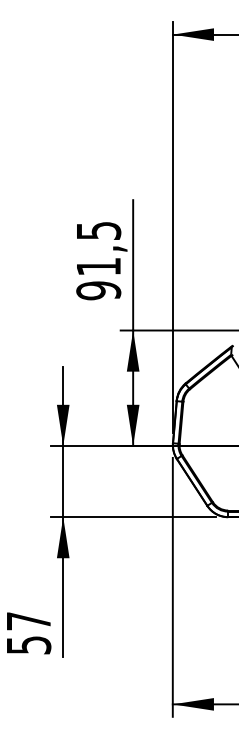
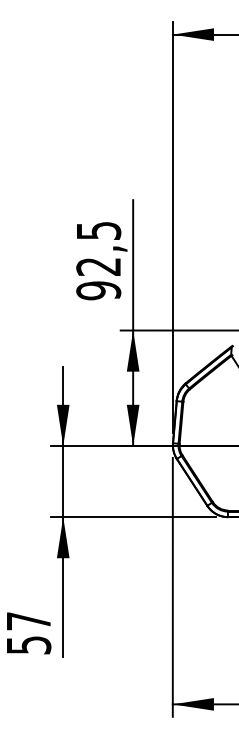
text at (98, 266): 91,5 -> 92,5
